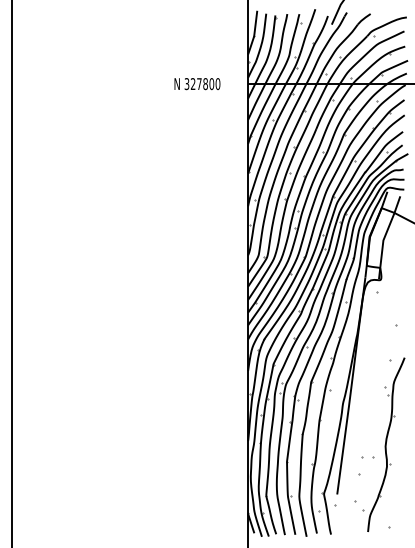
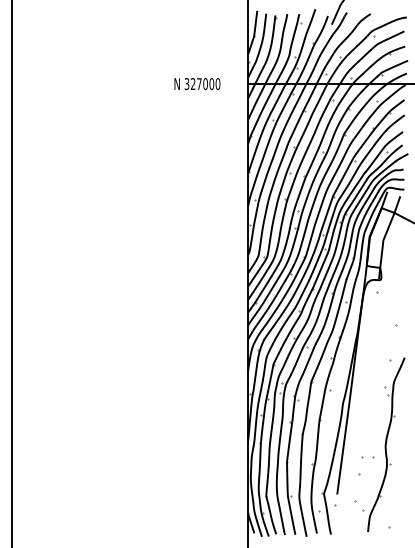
text at (205, 83): 327800 -> 327000
